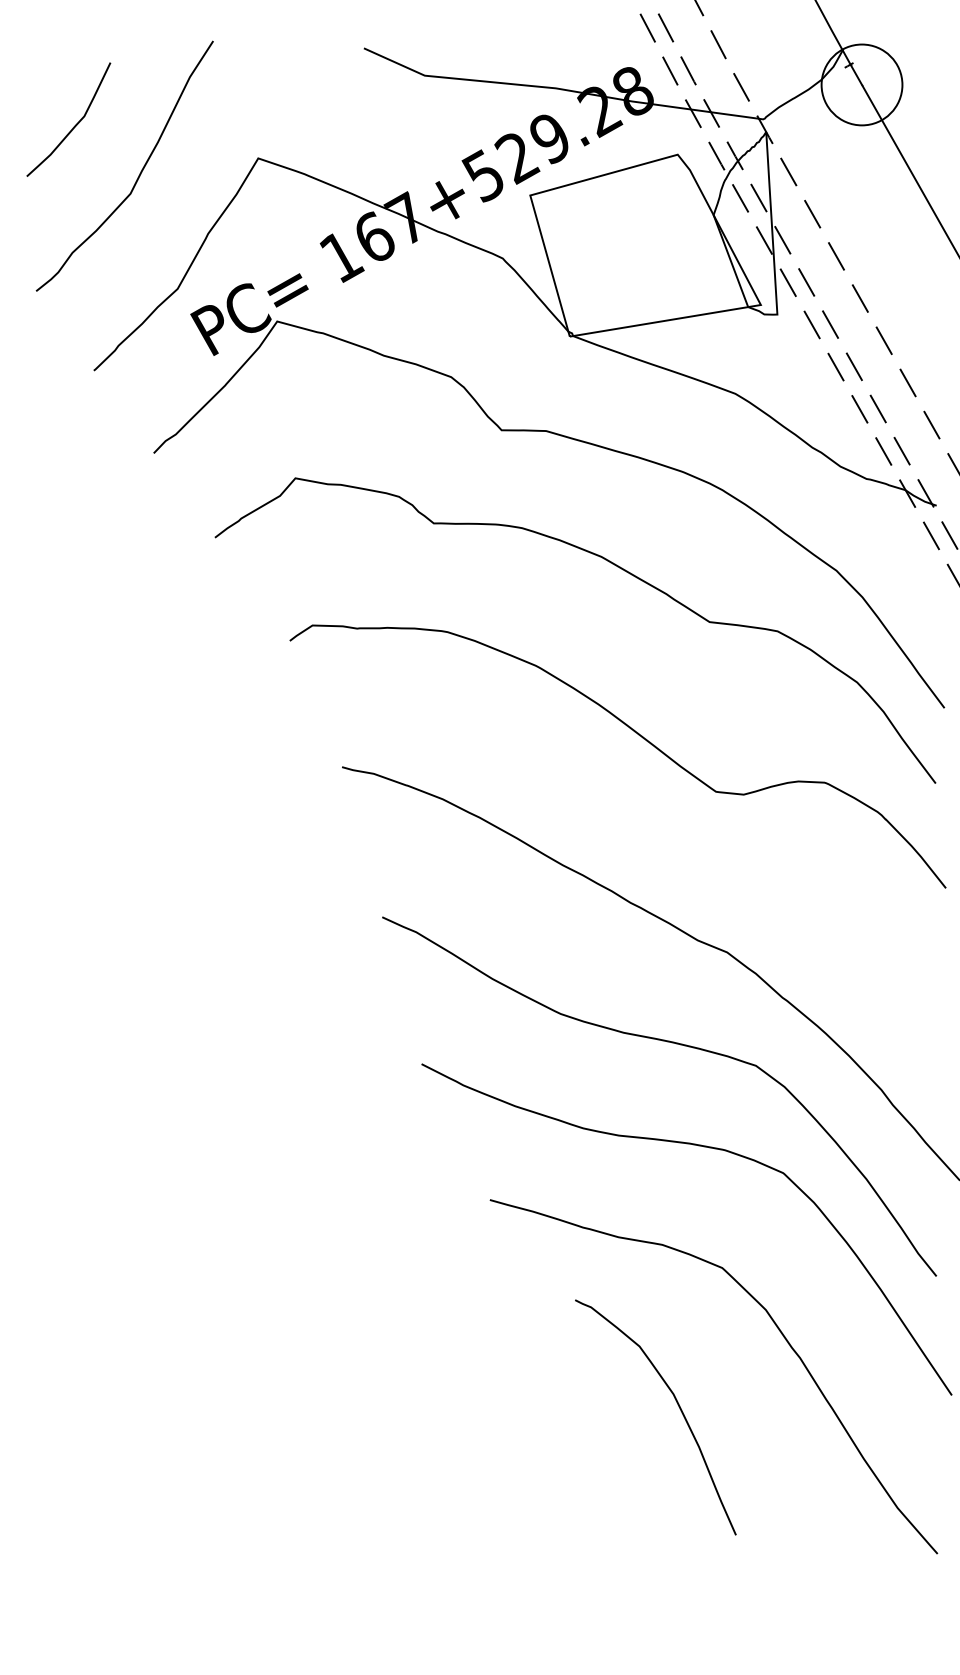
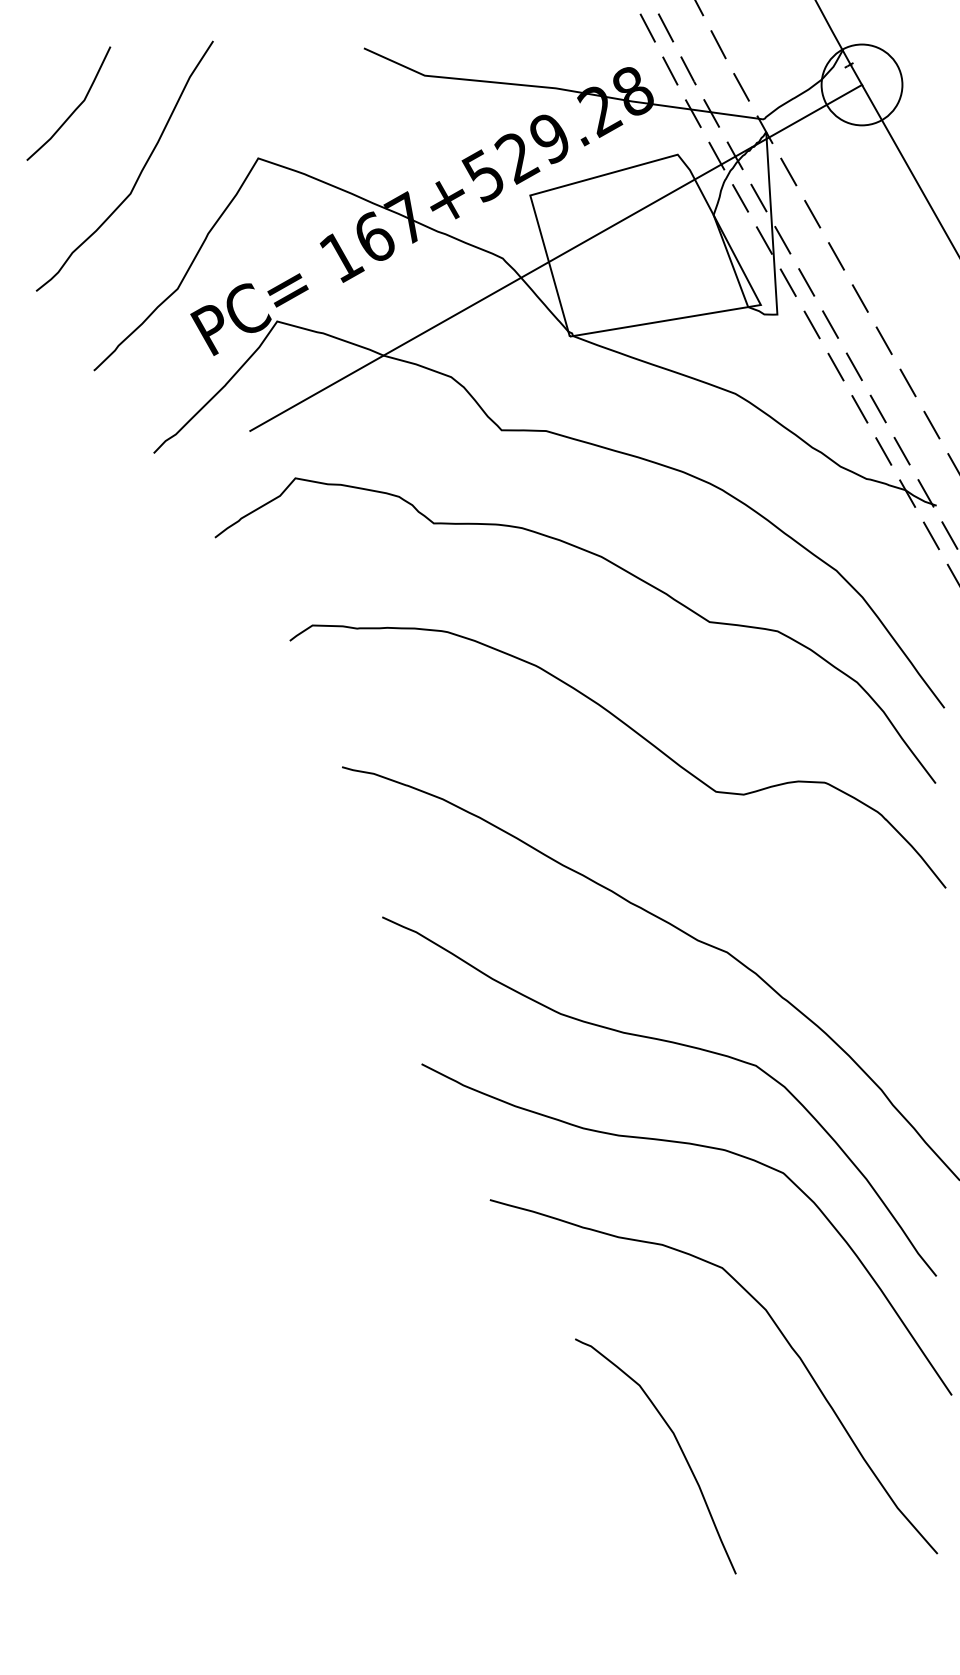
curve at (74, 125) position: (74, 125) -> (74, 109)
line at (556, 257): none -> present
curve at (679, 1409) position: (679, 1409) -> (679, 1448)
